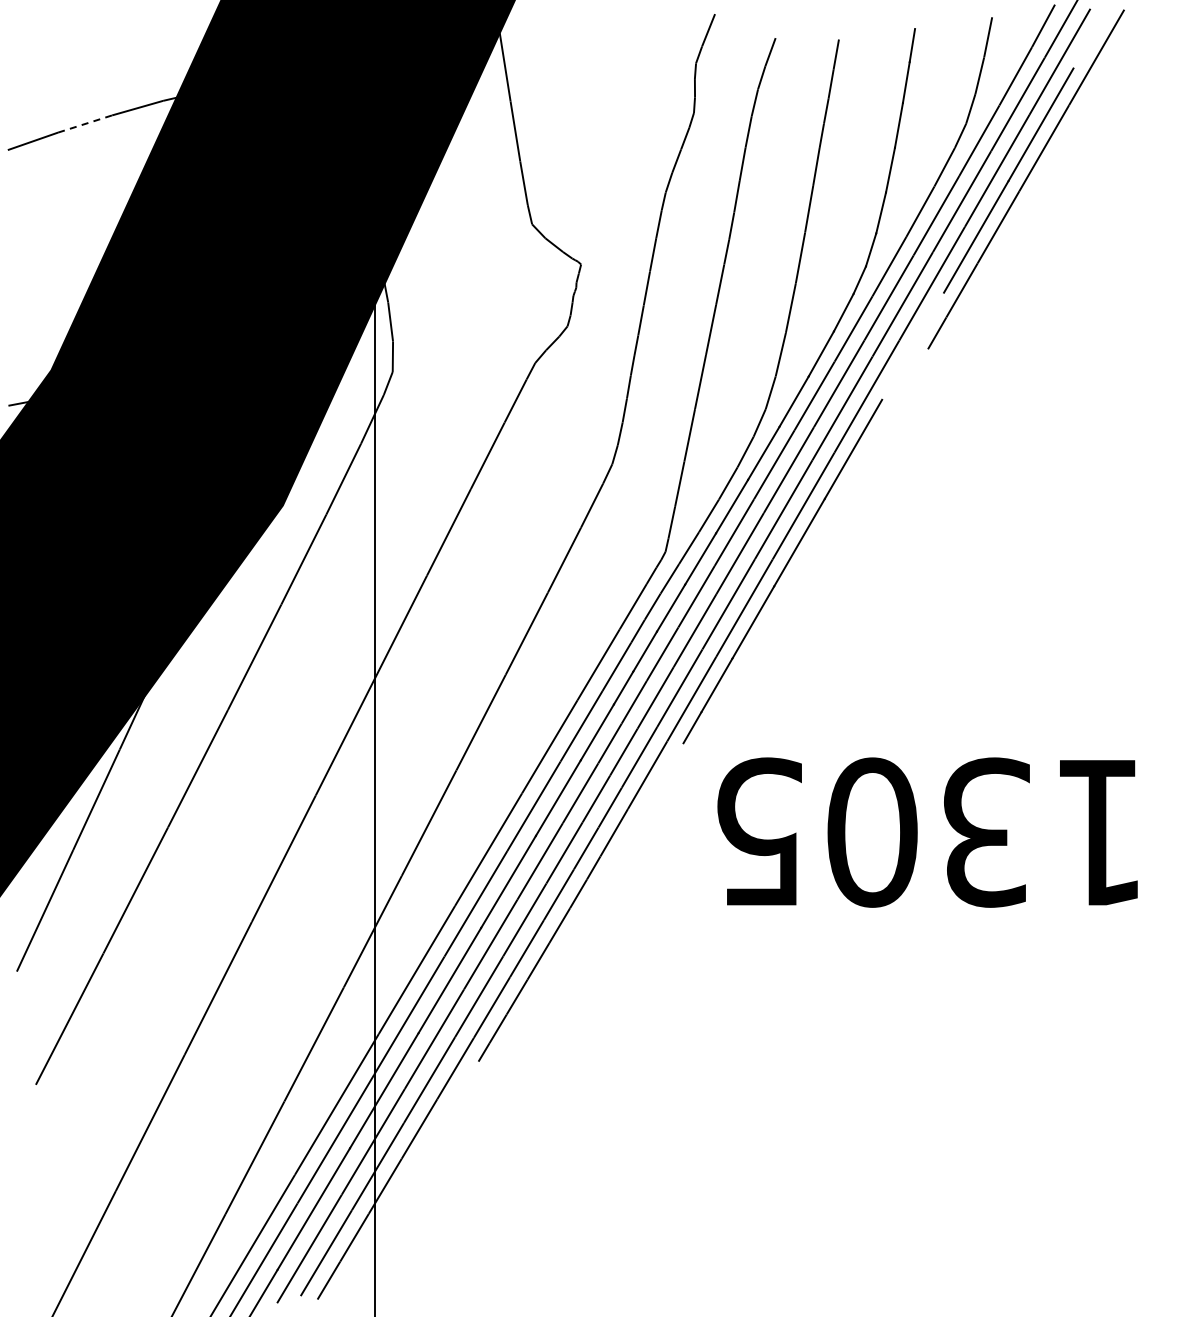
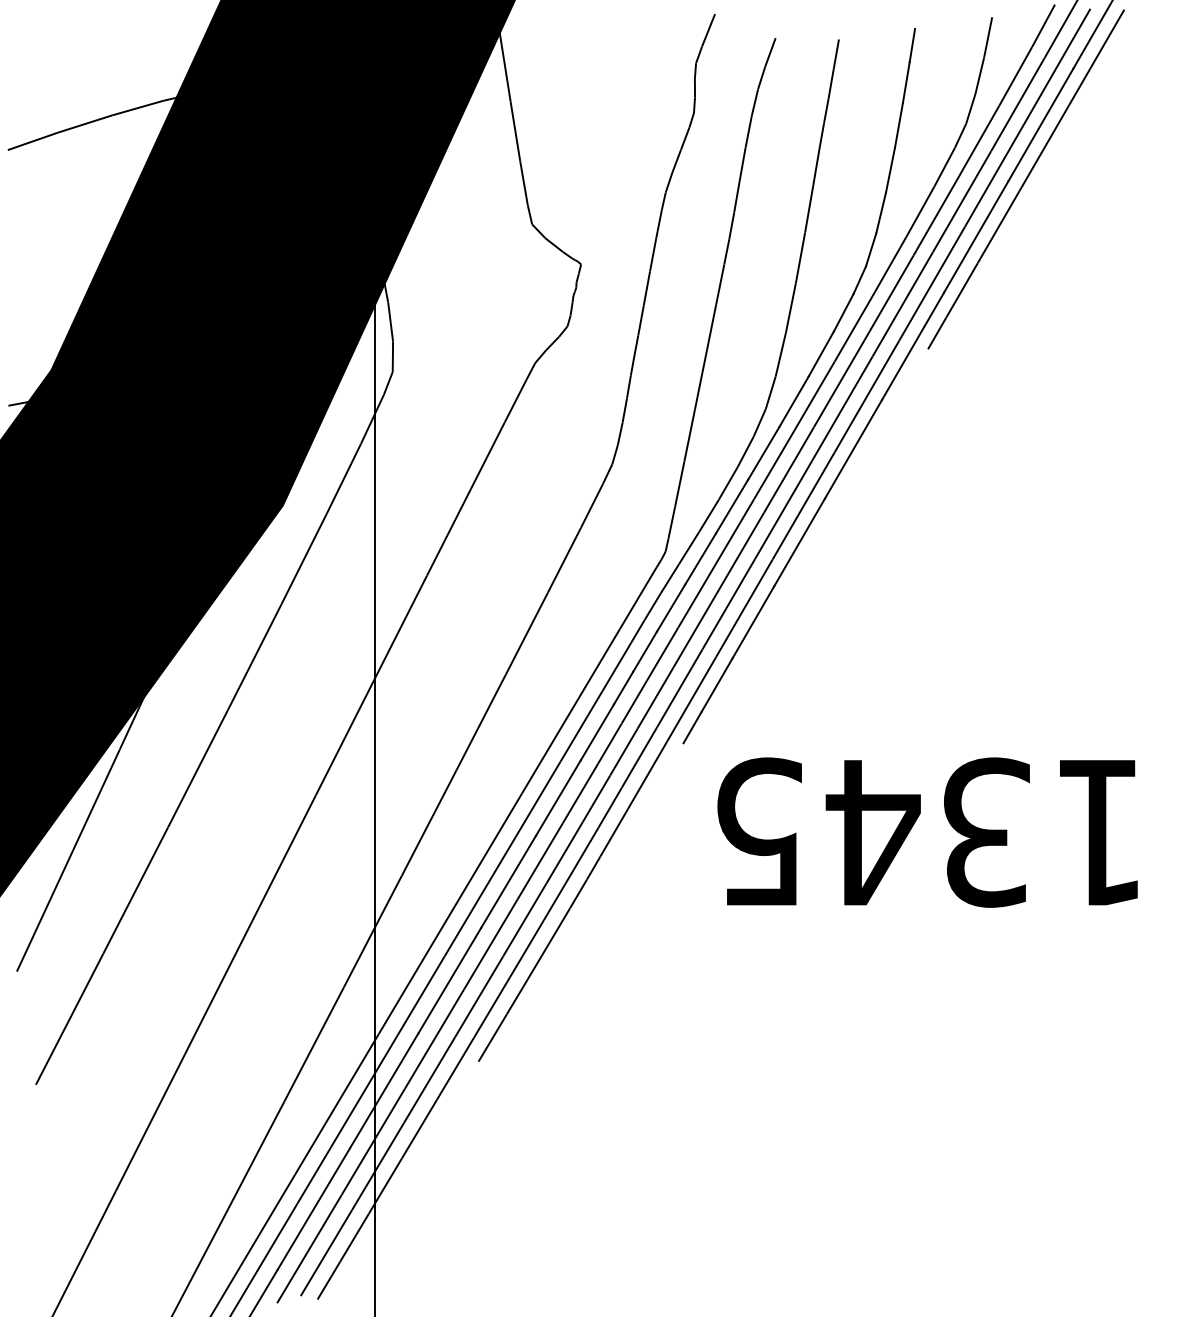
line at (1092, 35): none -> present
line at (85, 123): dashed -> solid
line at (913, 345): none -> present
text at (872, 832): 1305 -> 1345
